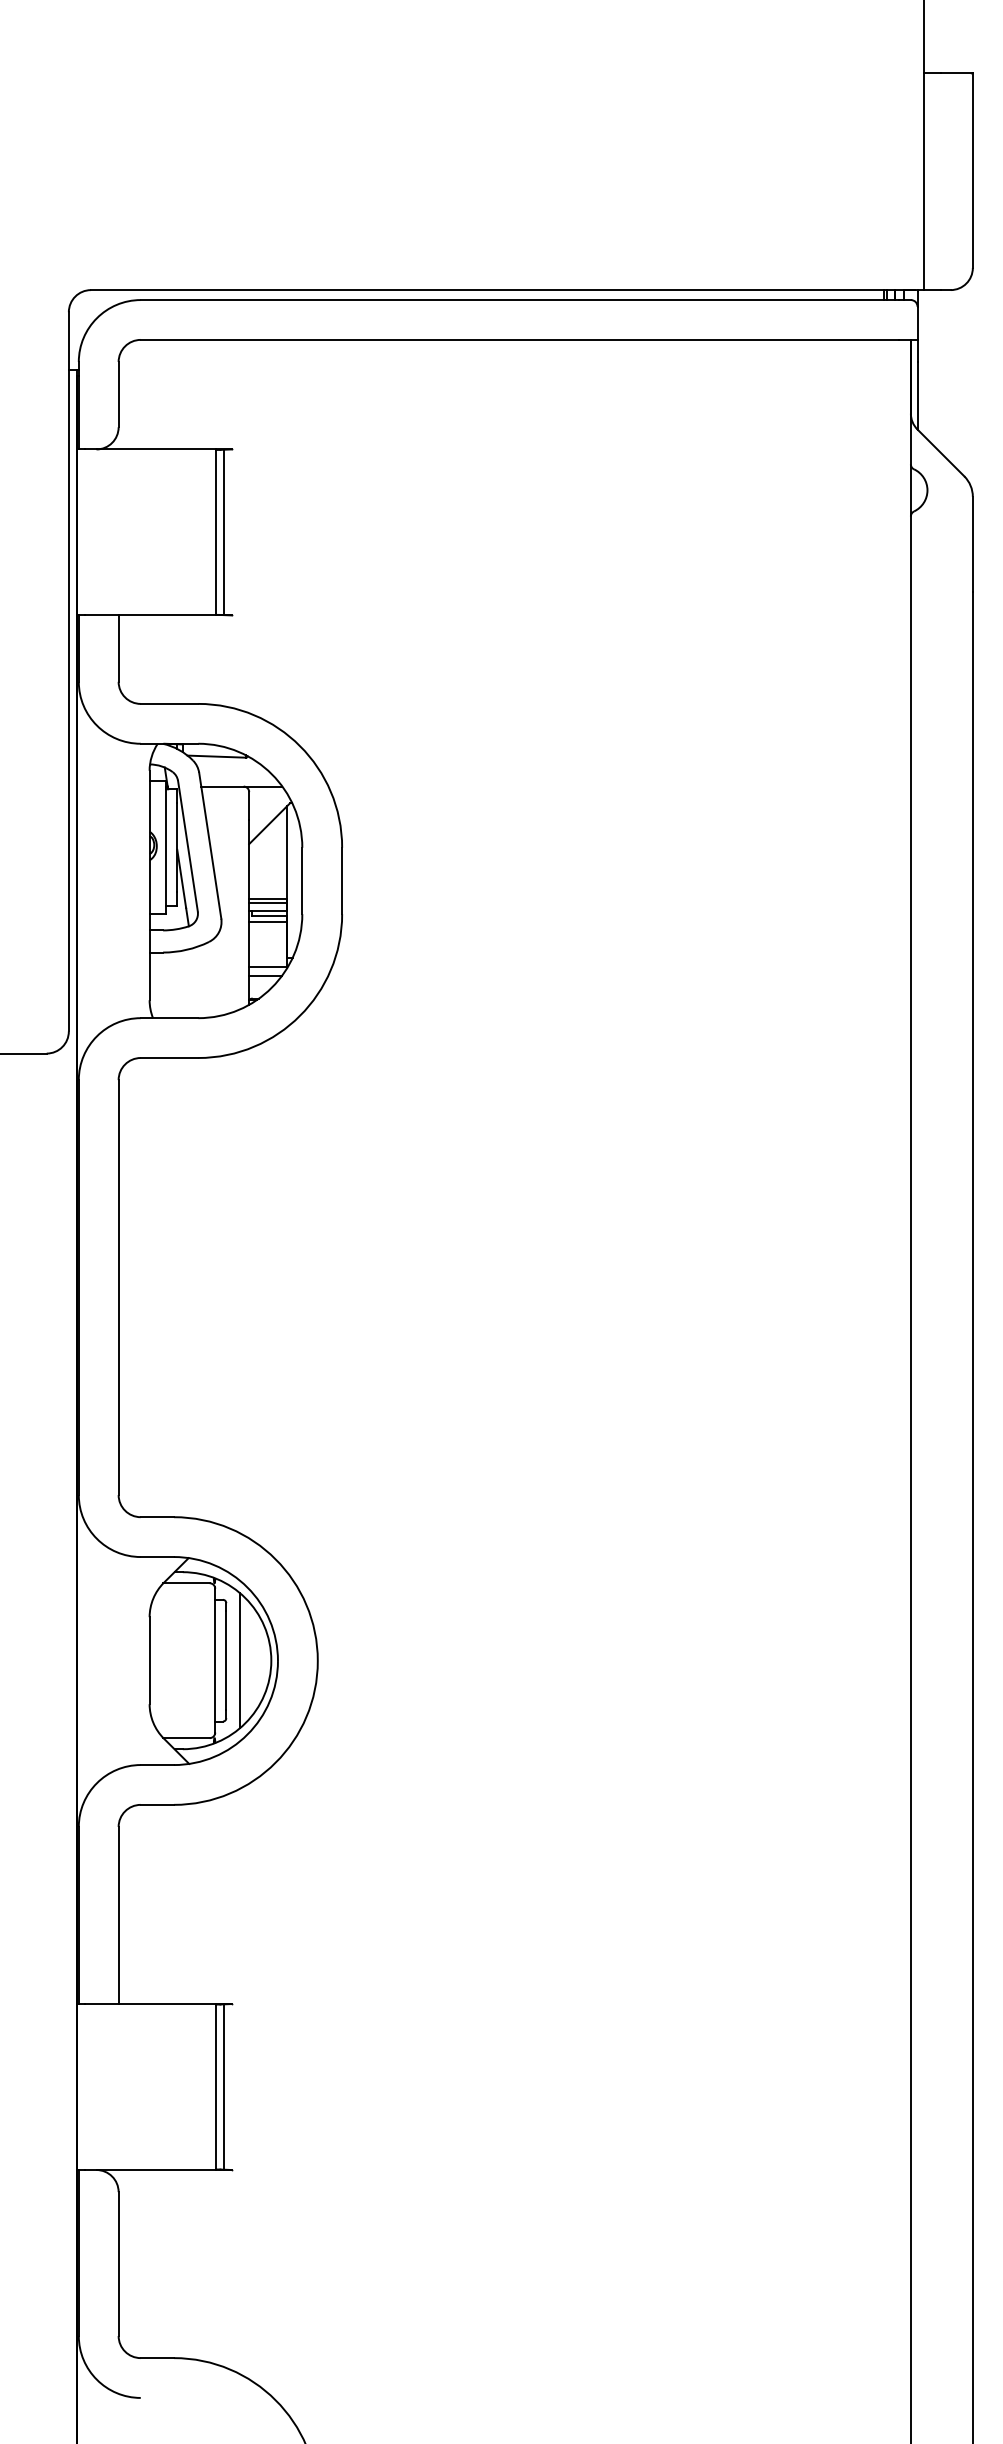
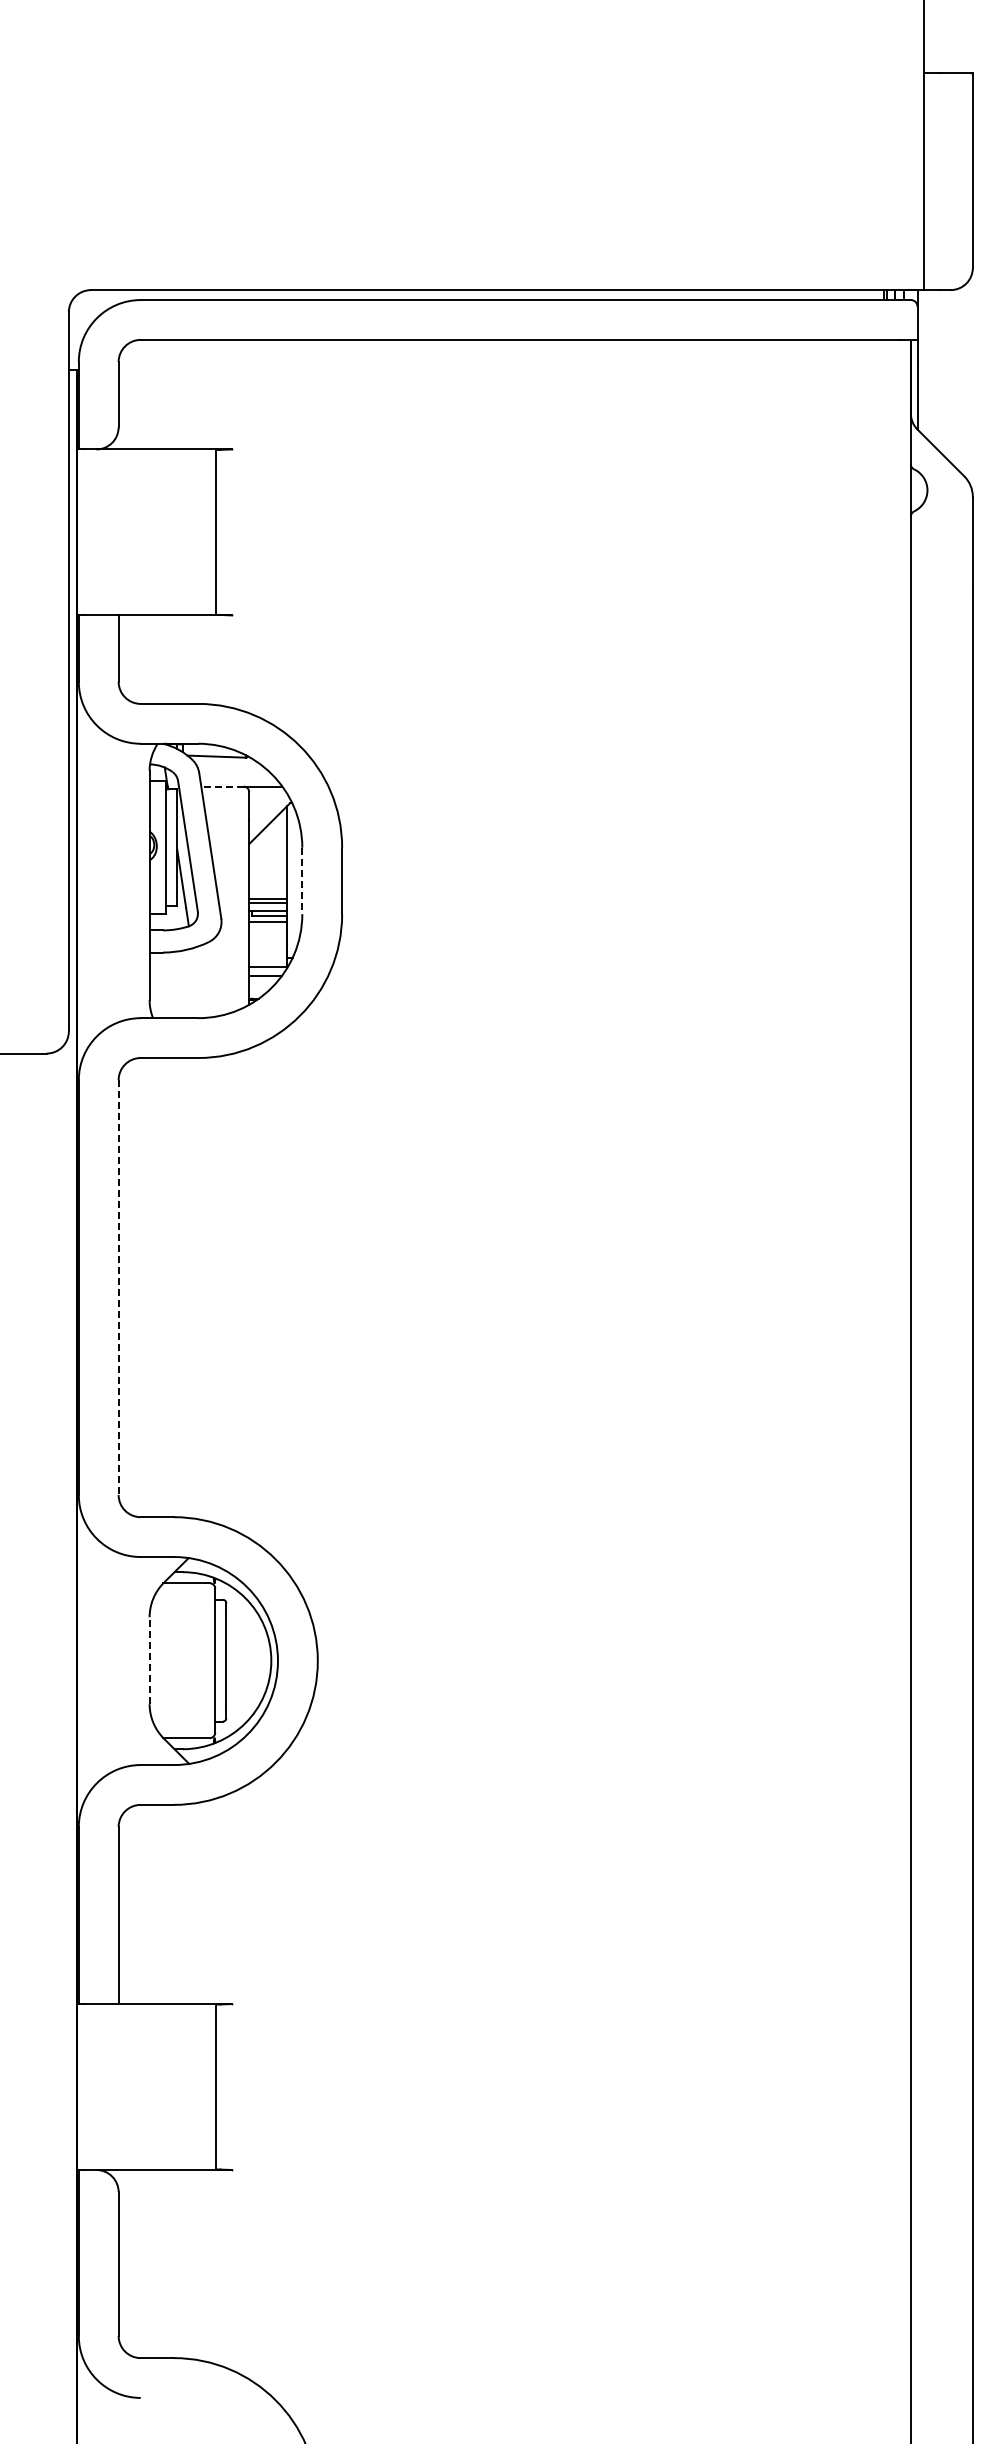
line at (223, 532): present -> none
line at (222, 786): solid -> dashed
line at (302, 881): solid -> dashed
line at (118, 1288): solid -> dashed
line at (149, 1660): solid -> dashed
line at (240, 1660): present -> none
line at (223, 2086): present -> none
